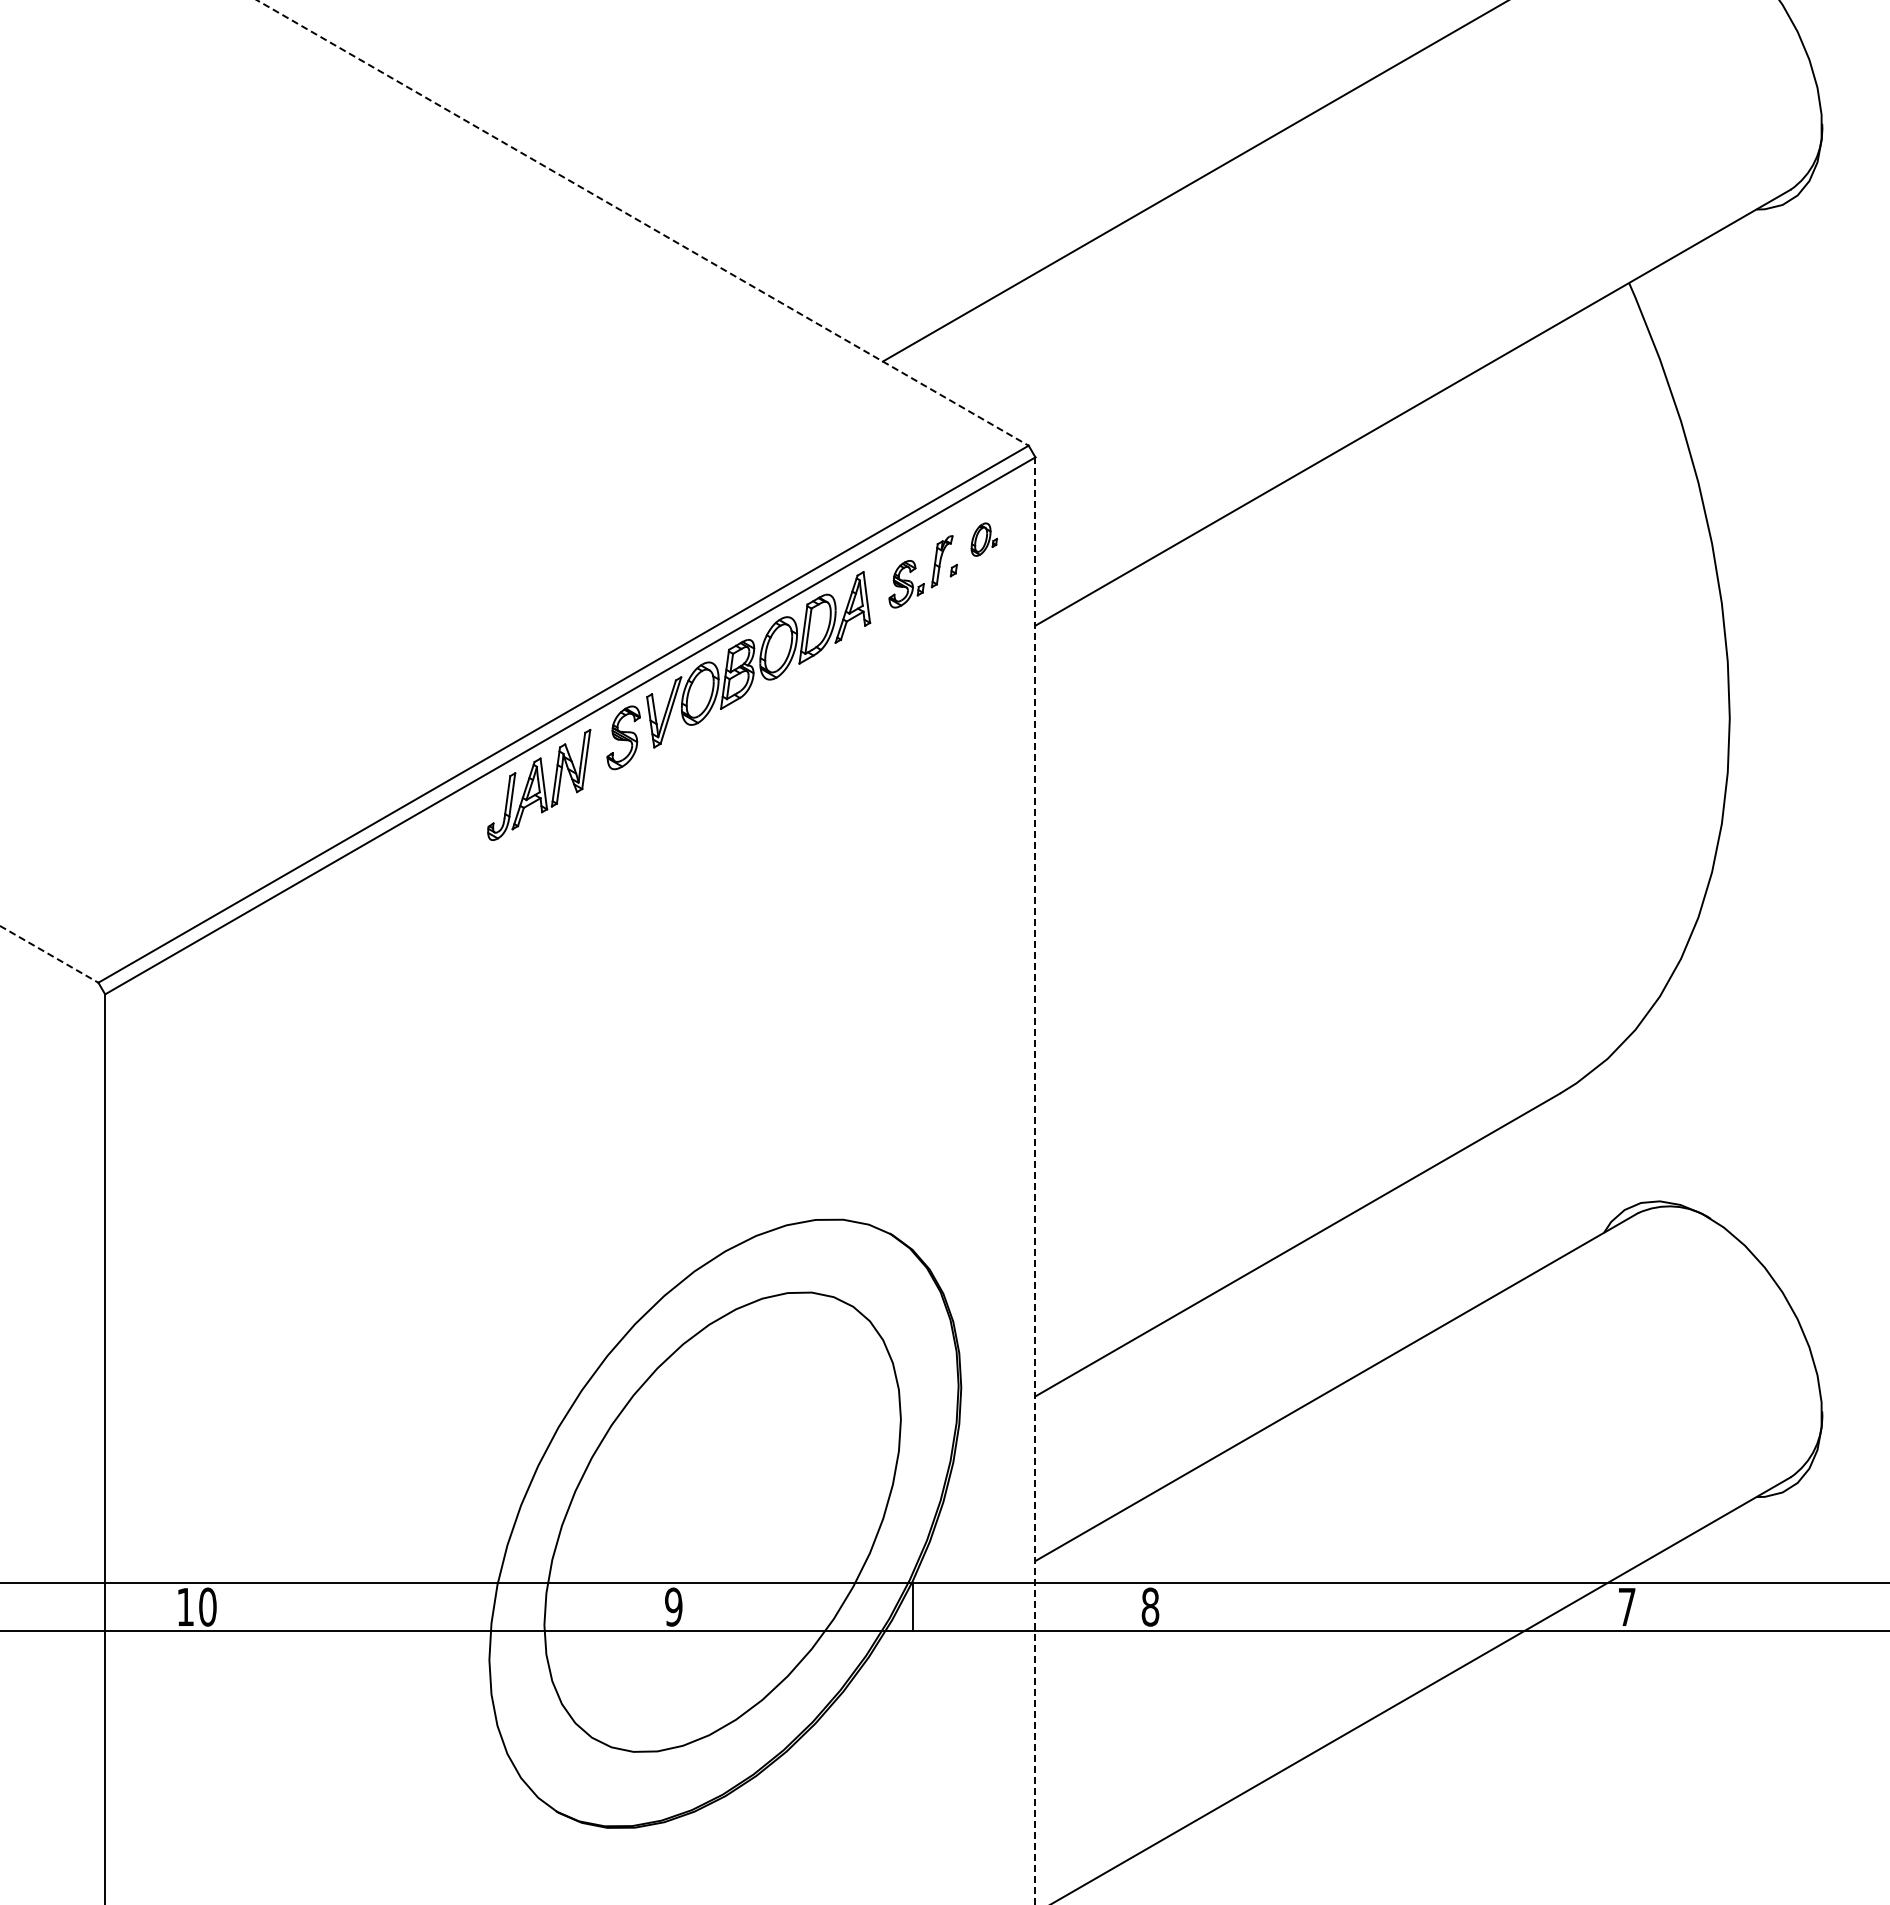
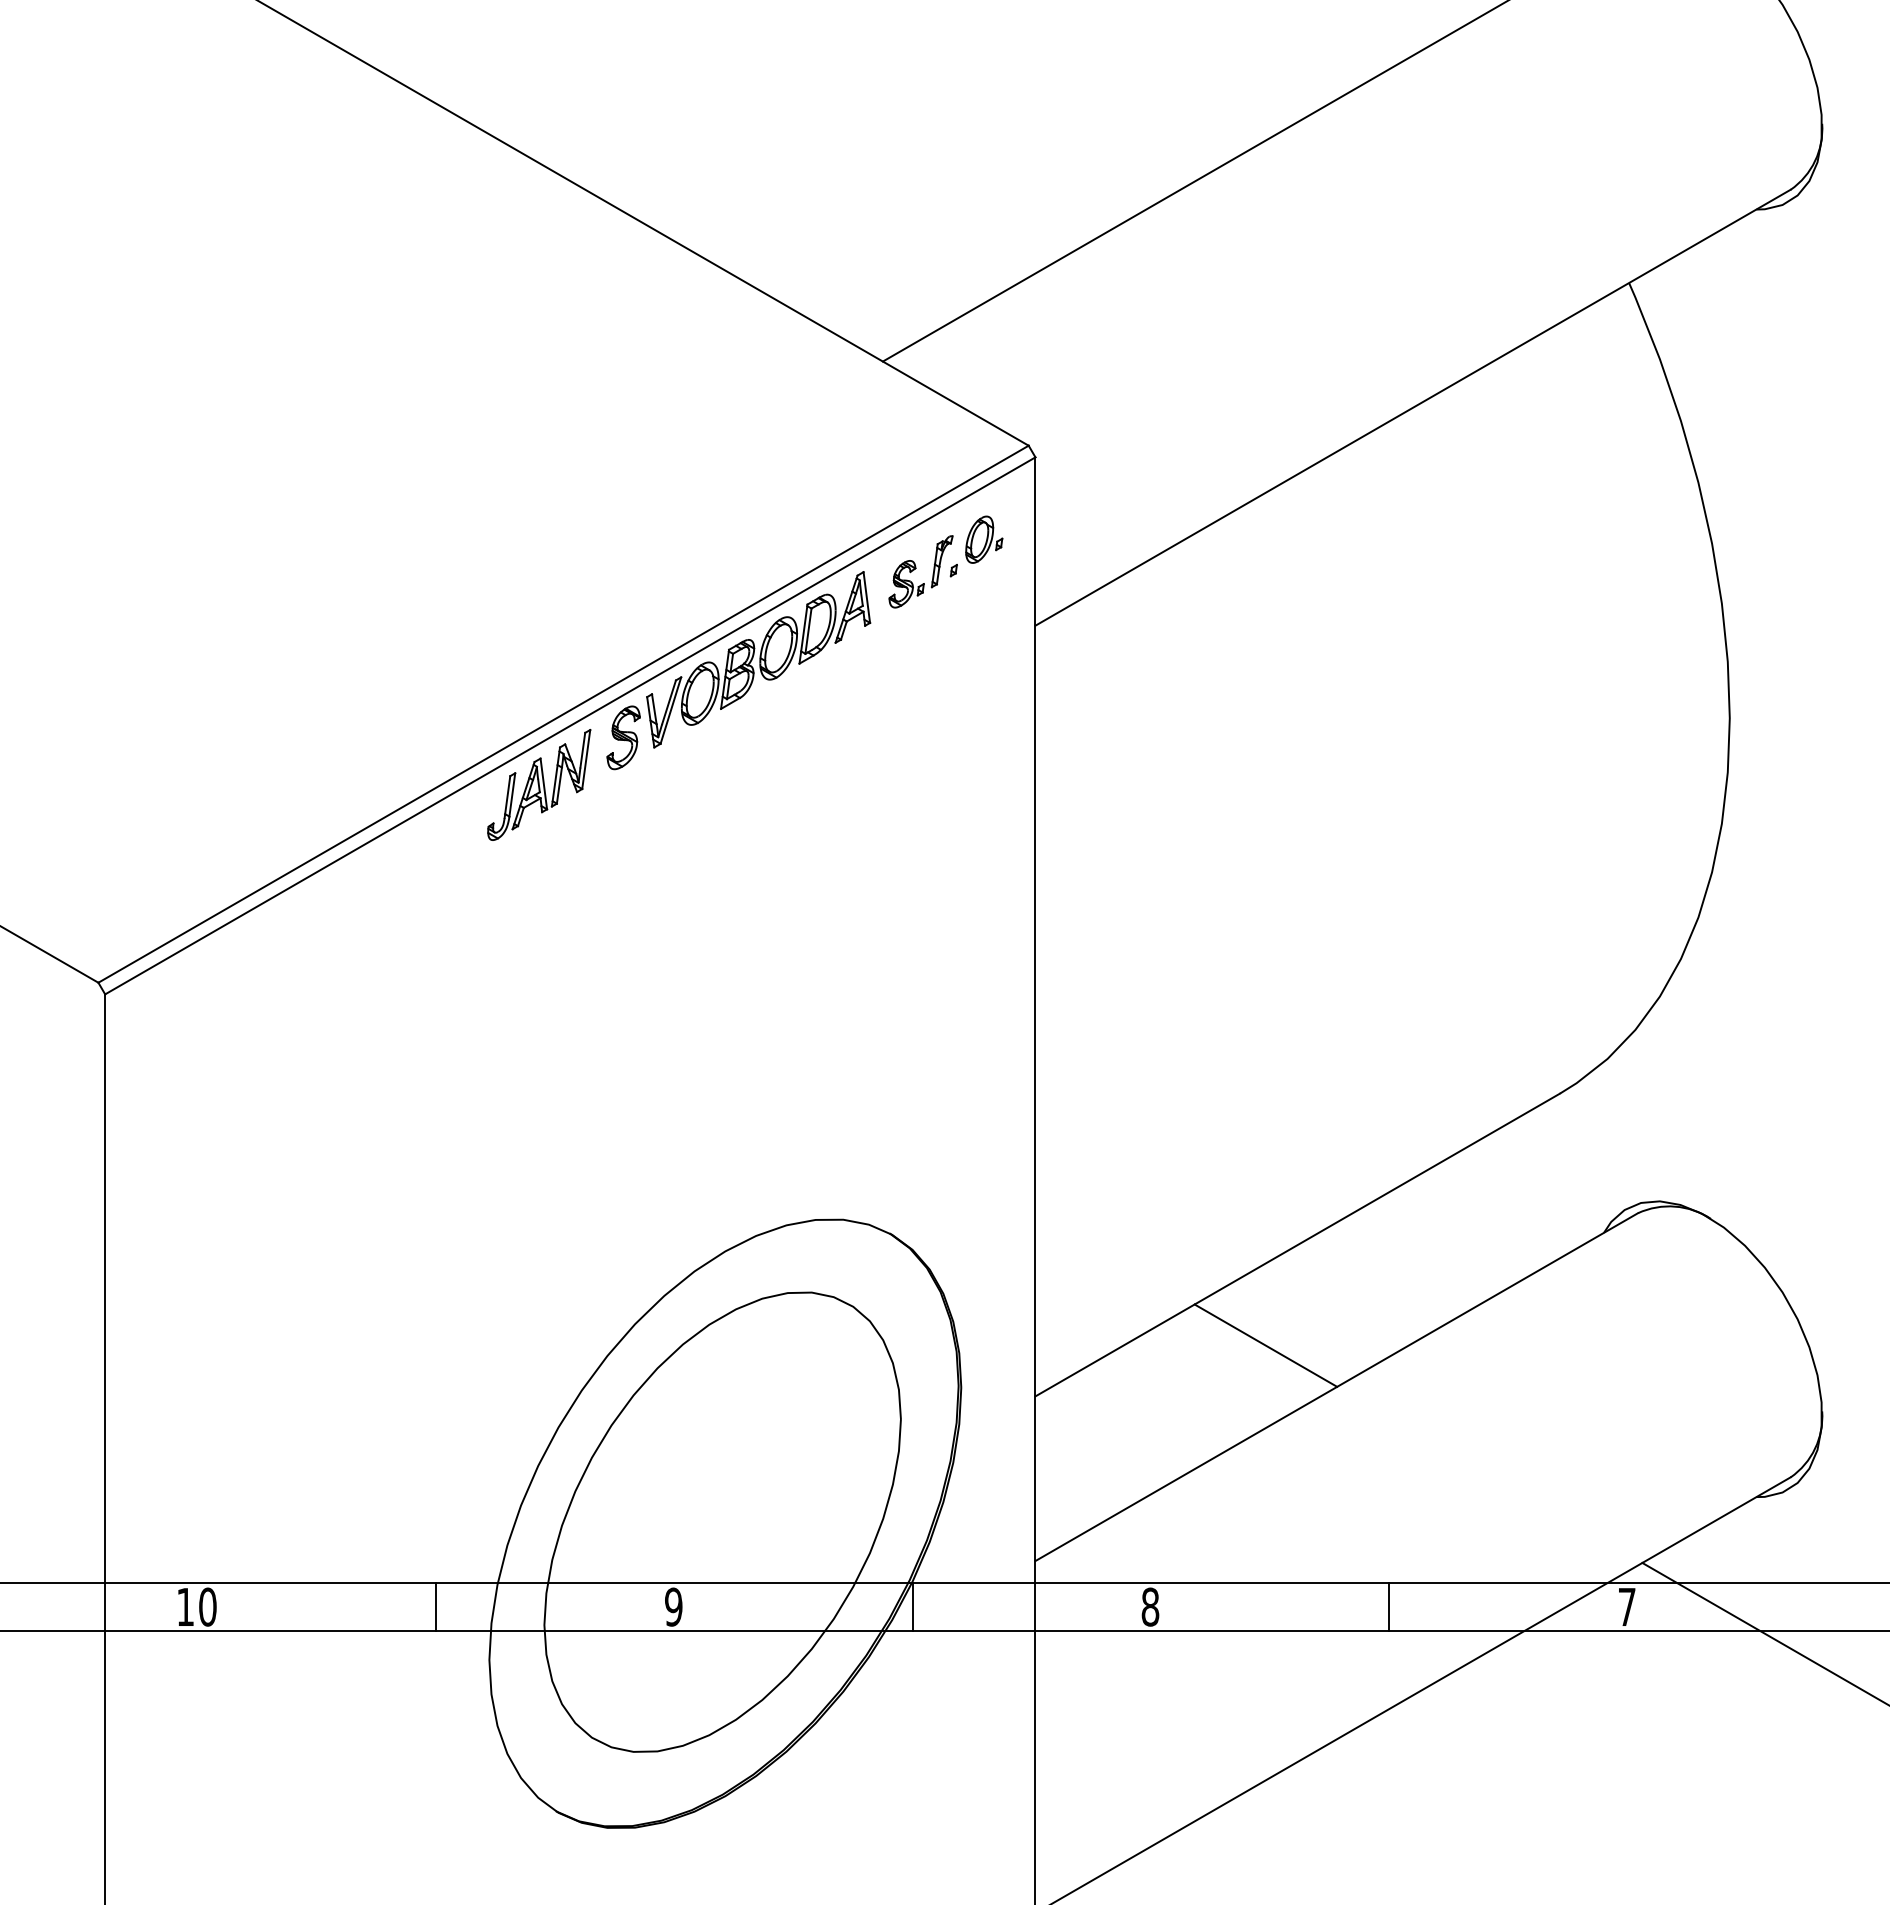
line at (643, 223): dashed -> solid
part at (983, 539) size: 28x35 px -> 39x49 px
line at (49, 954): dashed -> solid
line at (1035, 1181): dashed -> solid
line at (1265, 1345): none -> present
line at (435, 1606): none -> present
line at (1389, 1606): none -> present
line at (1764, 1632): none -> present
